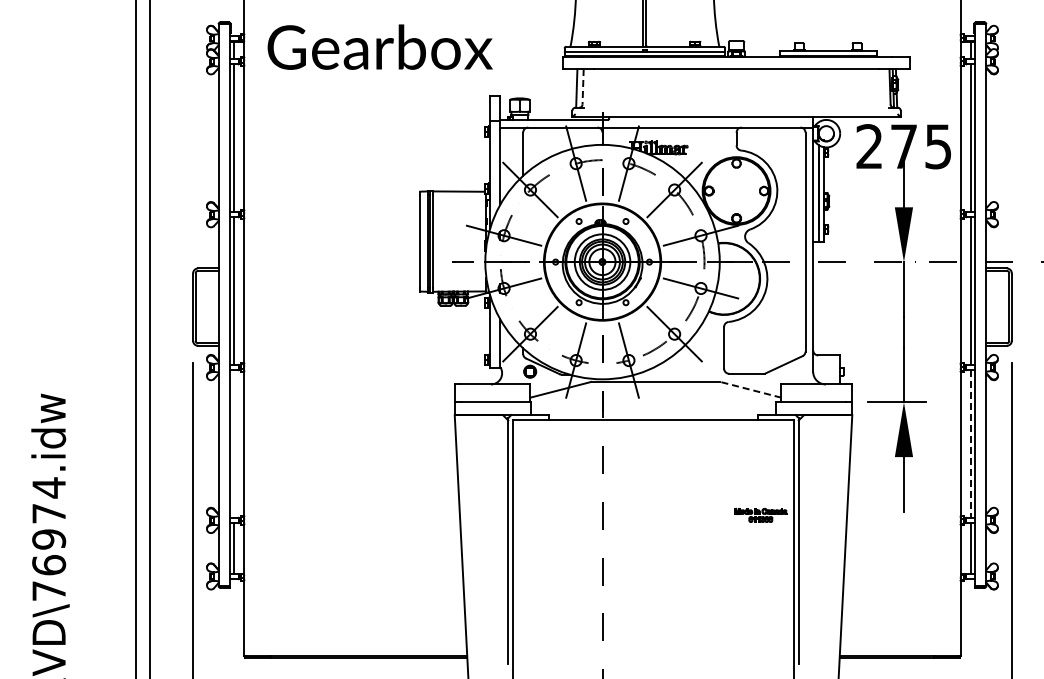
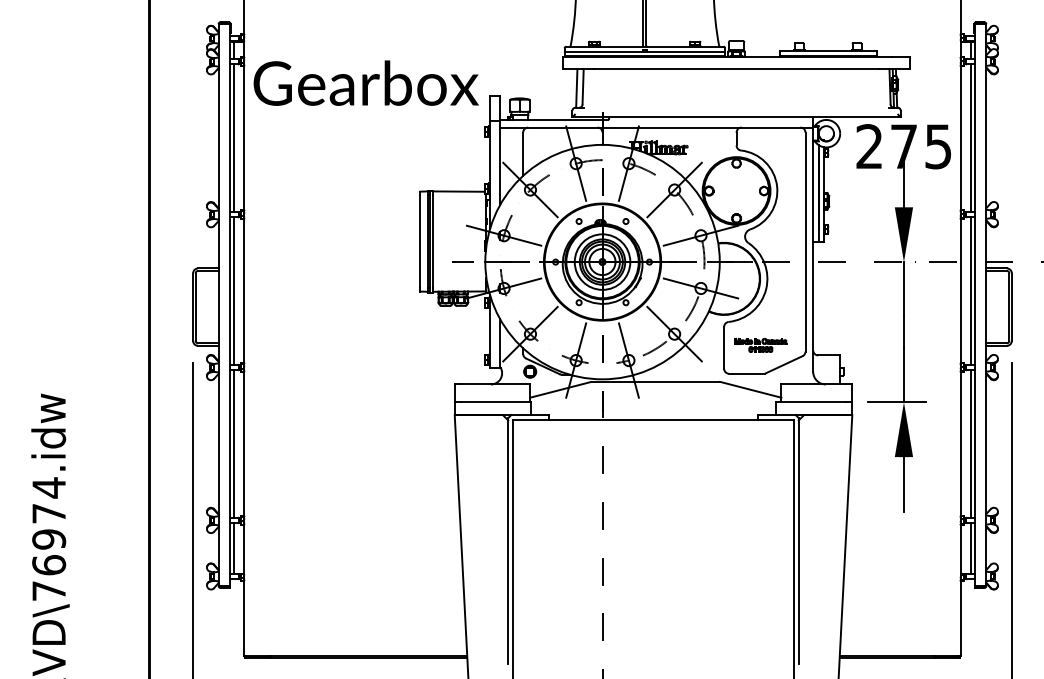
text at (379, 46) position: (379, 46) -> (365, 82)
line at (583, 86): dashed -> solid
line at (136, 338) position: (136, 338) -> (149, 338)
line at (750, 389): dashed -> solid
line at (234, 443): none -> present
line at (970, 444): dashed -> solid
part at (760, 514) position: (760, 514) -> (760, 344)
